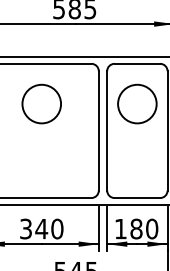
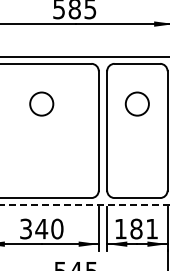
circle at (41, 103) diameter: 39 px -> 23 px
circle at (137, 103) diameter: 39 px -> 23 px
line at (84, 204): solid -> dashed
text at (152, 228): 180 -> 181
